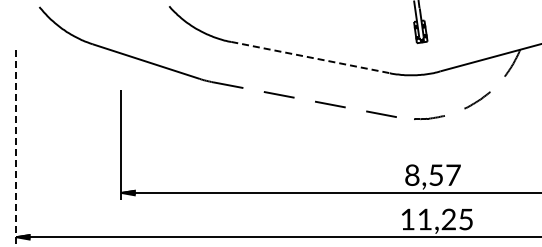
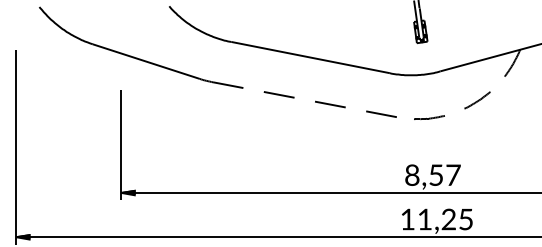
line at (310, 57): dashed -> solid
line at (16, 147): dashed -> solid
